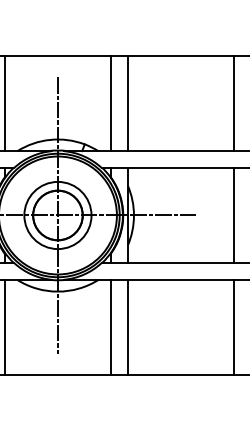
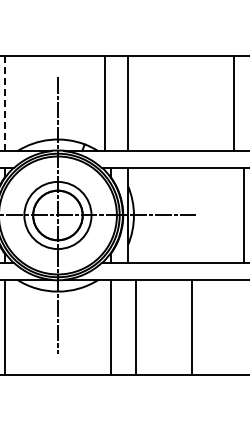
line at (4, 103): solid -> dashed
line at (111, 103) position: (111, 103) -> (105, 103)
line at (234, 215) position: (234, 215) -> (244, 215)
line at (127, 326) position: (127, 326) -> (135, 326)
line at (234, 326) position: (234, 326) -> (192, 326)
